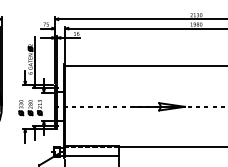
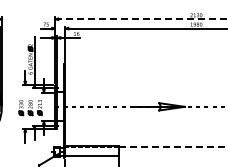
line at (142, 19): solid -> dashed
line at (144, 66): present -> none
line at (174, 147): solid -> dashed
